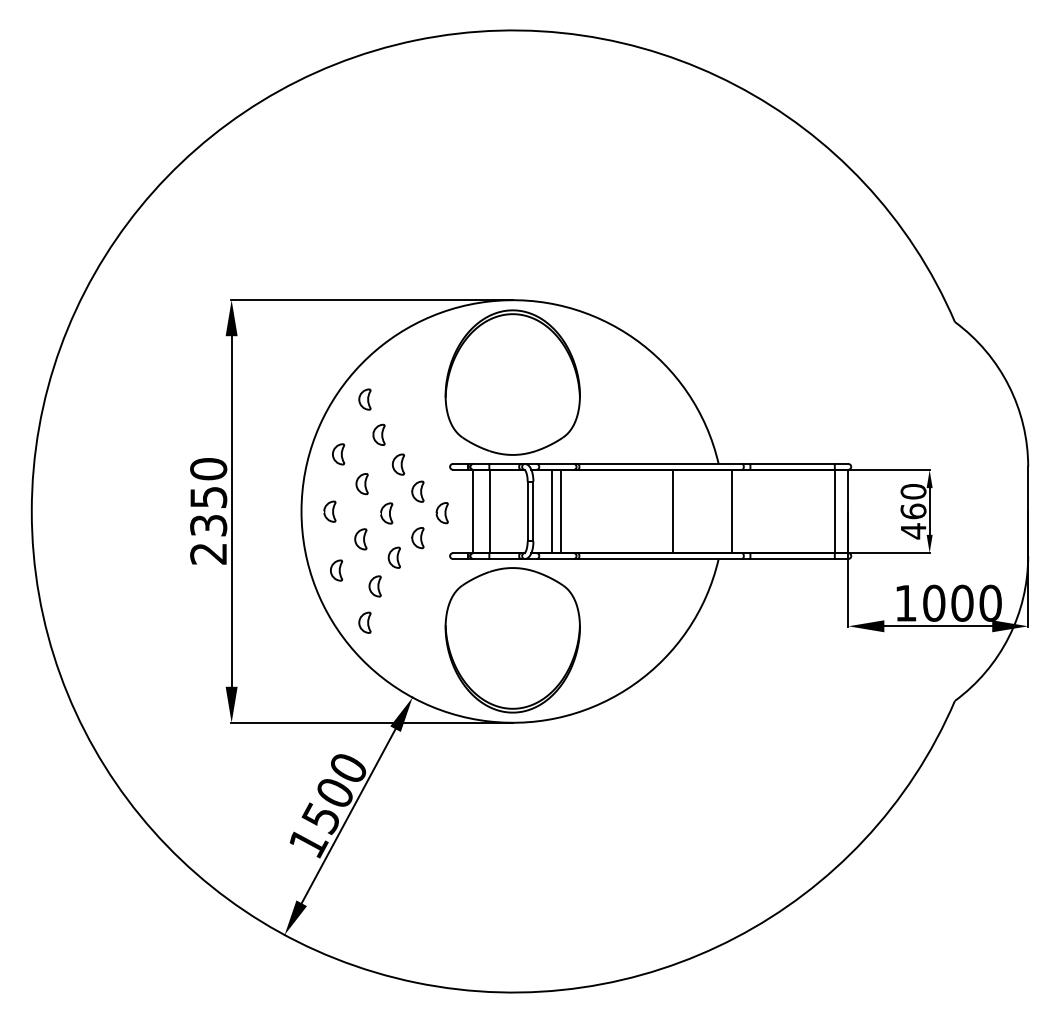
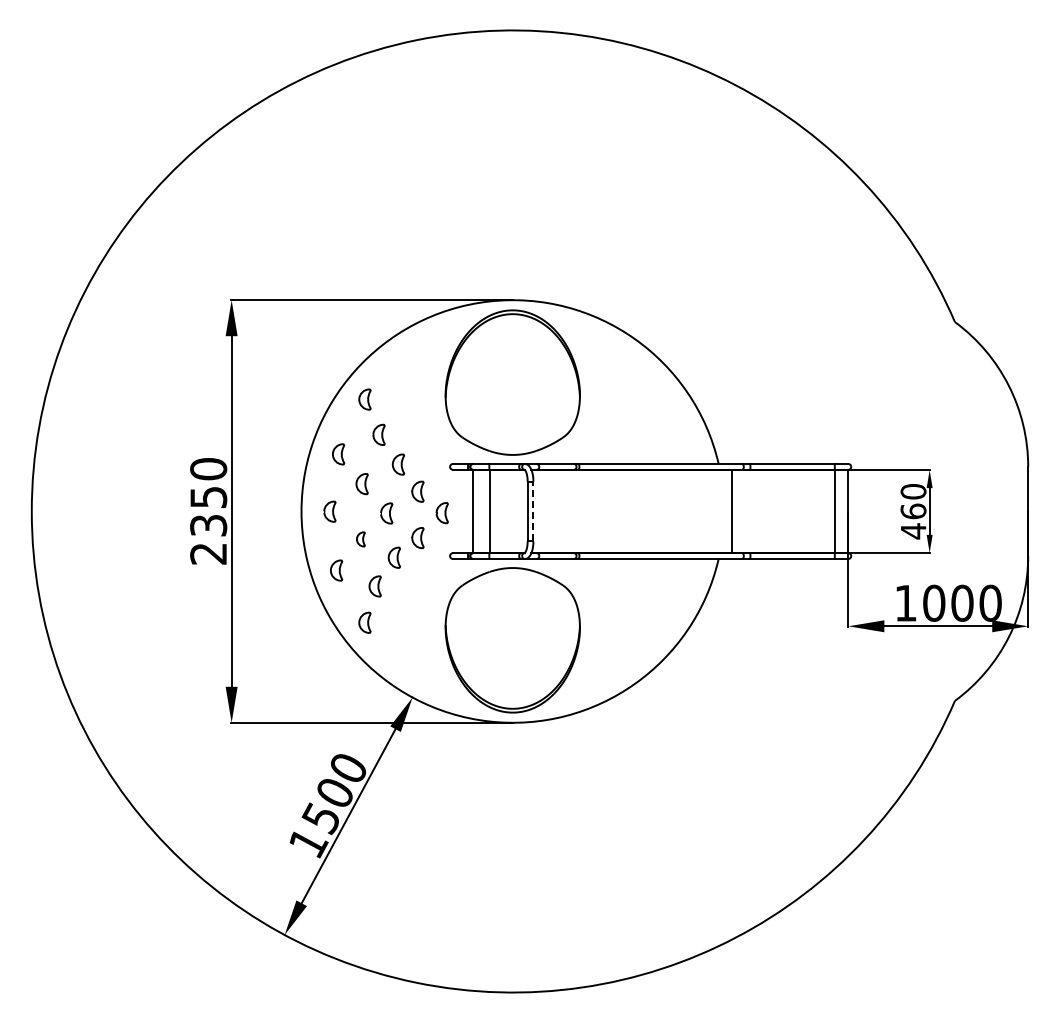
line at (533, 511): solid -> dashed
line at (552, 511): present -> none
line at (560, 511): present -> none
line at (672, 511): present -> none
part at (360, 539) size: 14x23 px -> 10x17 px
